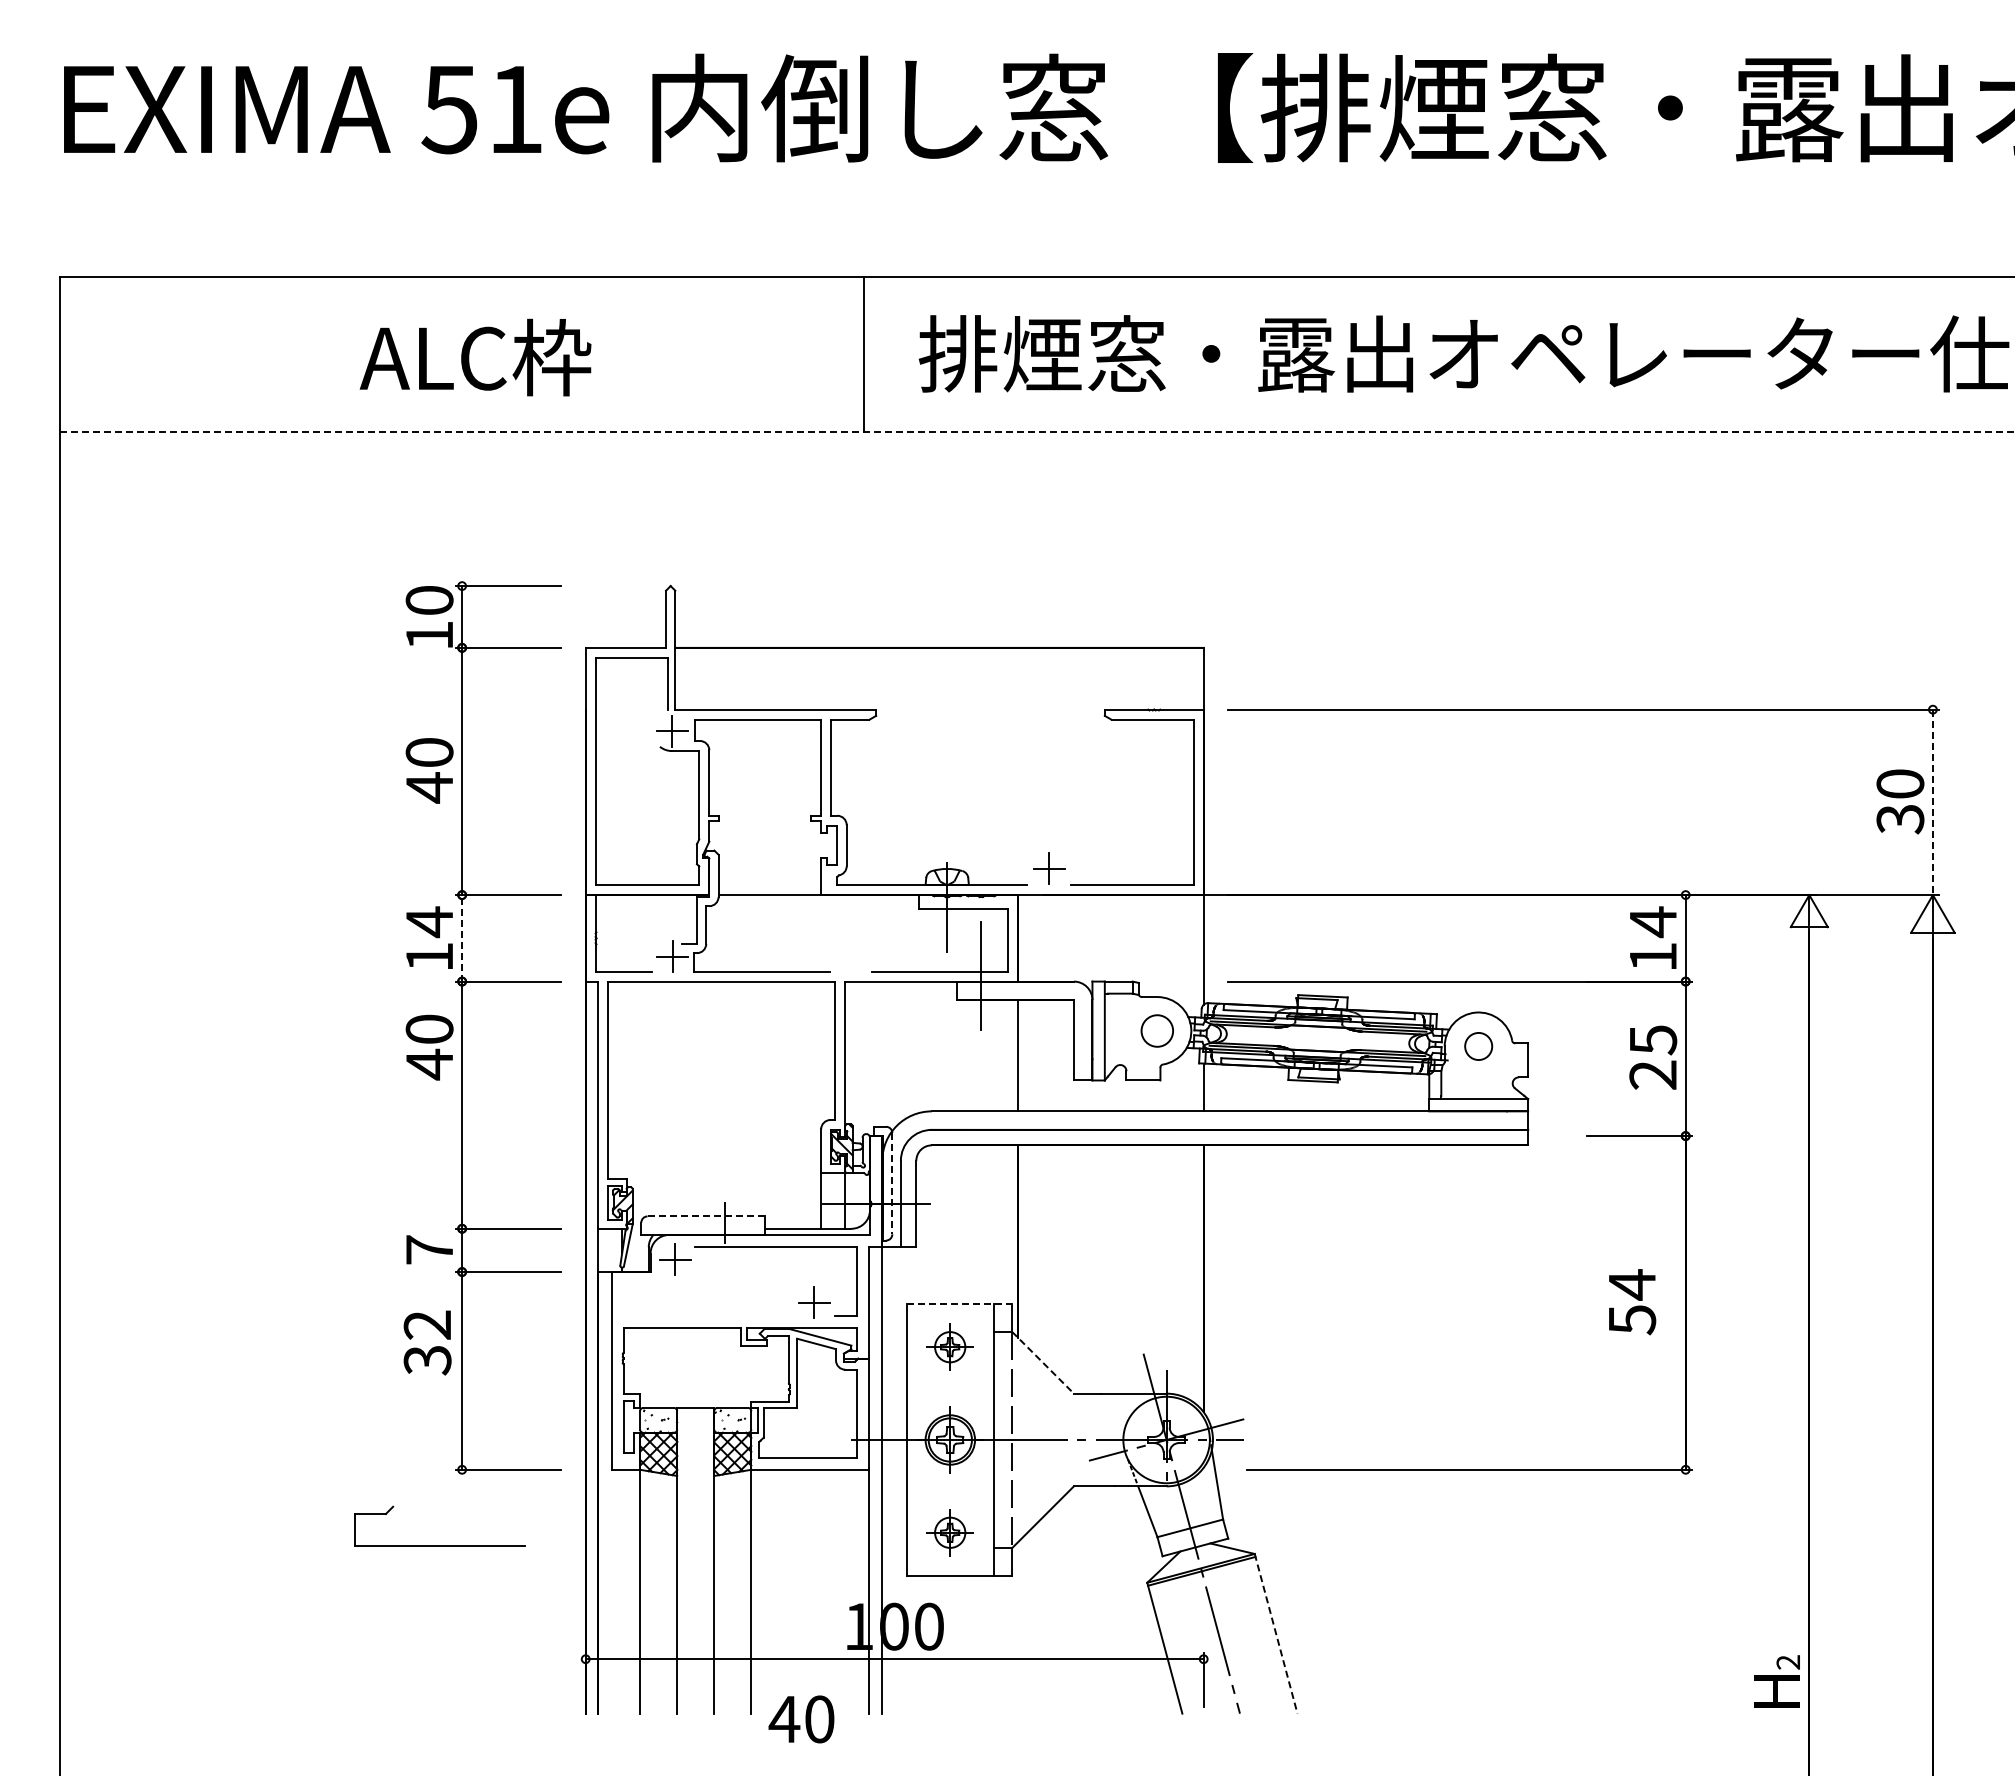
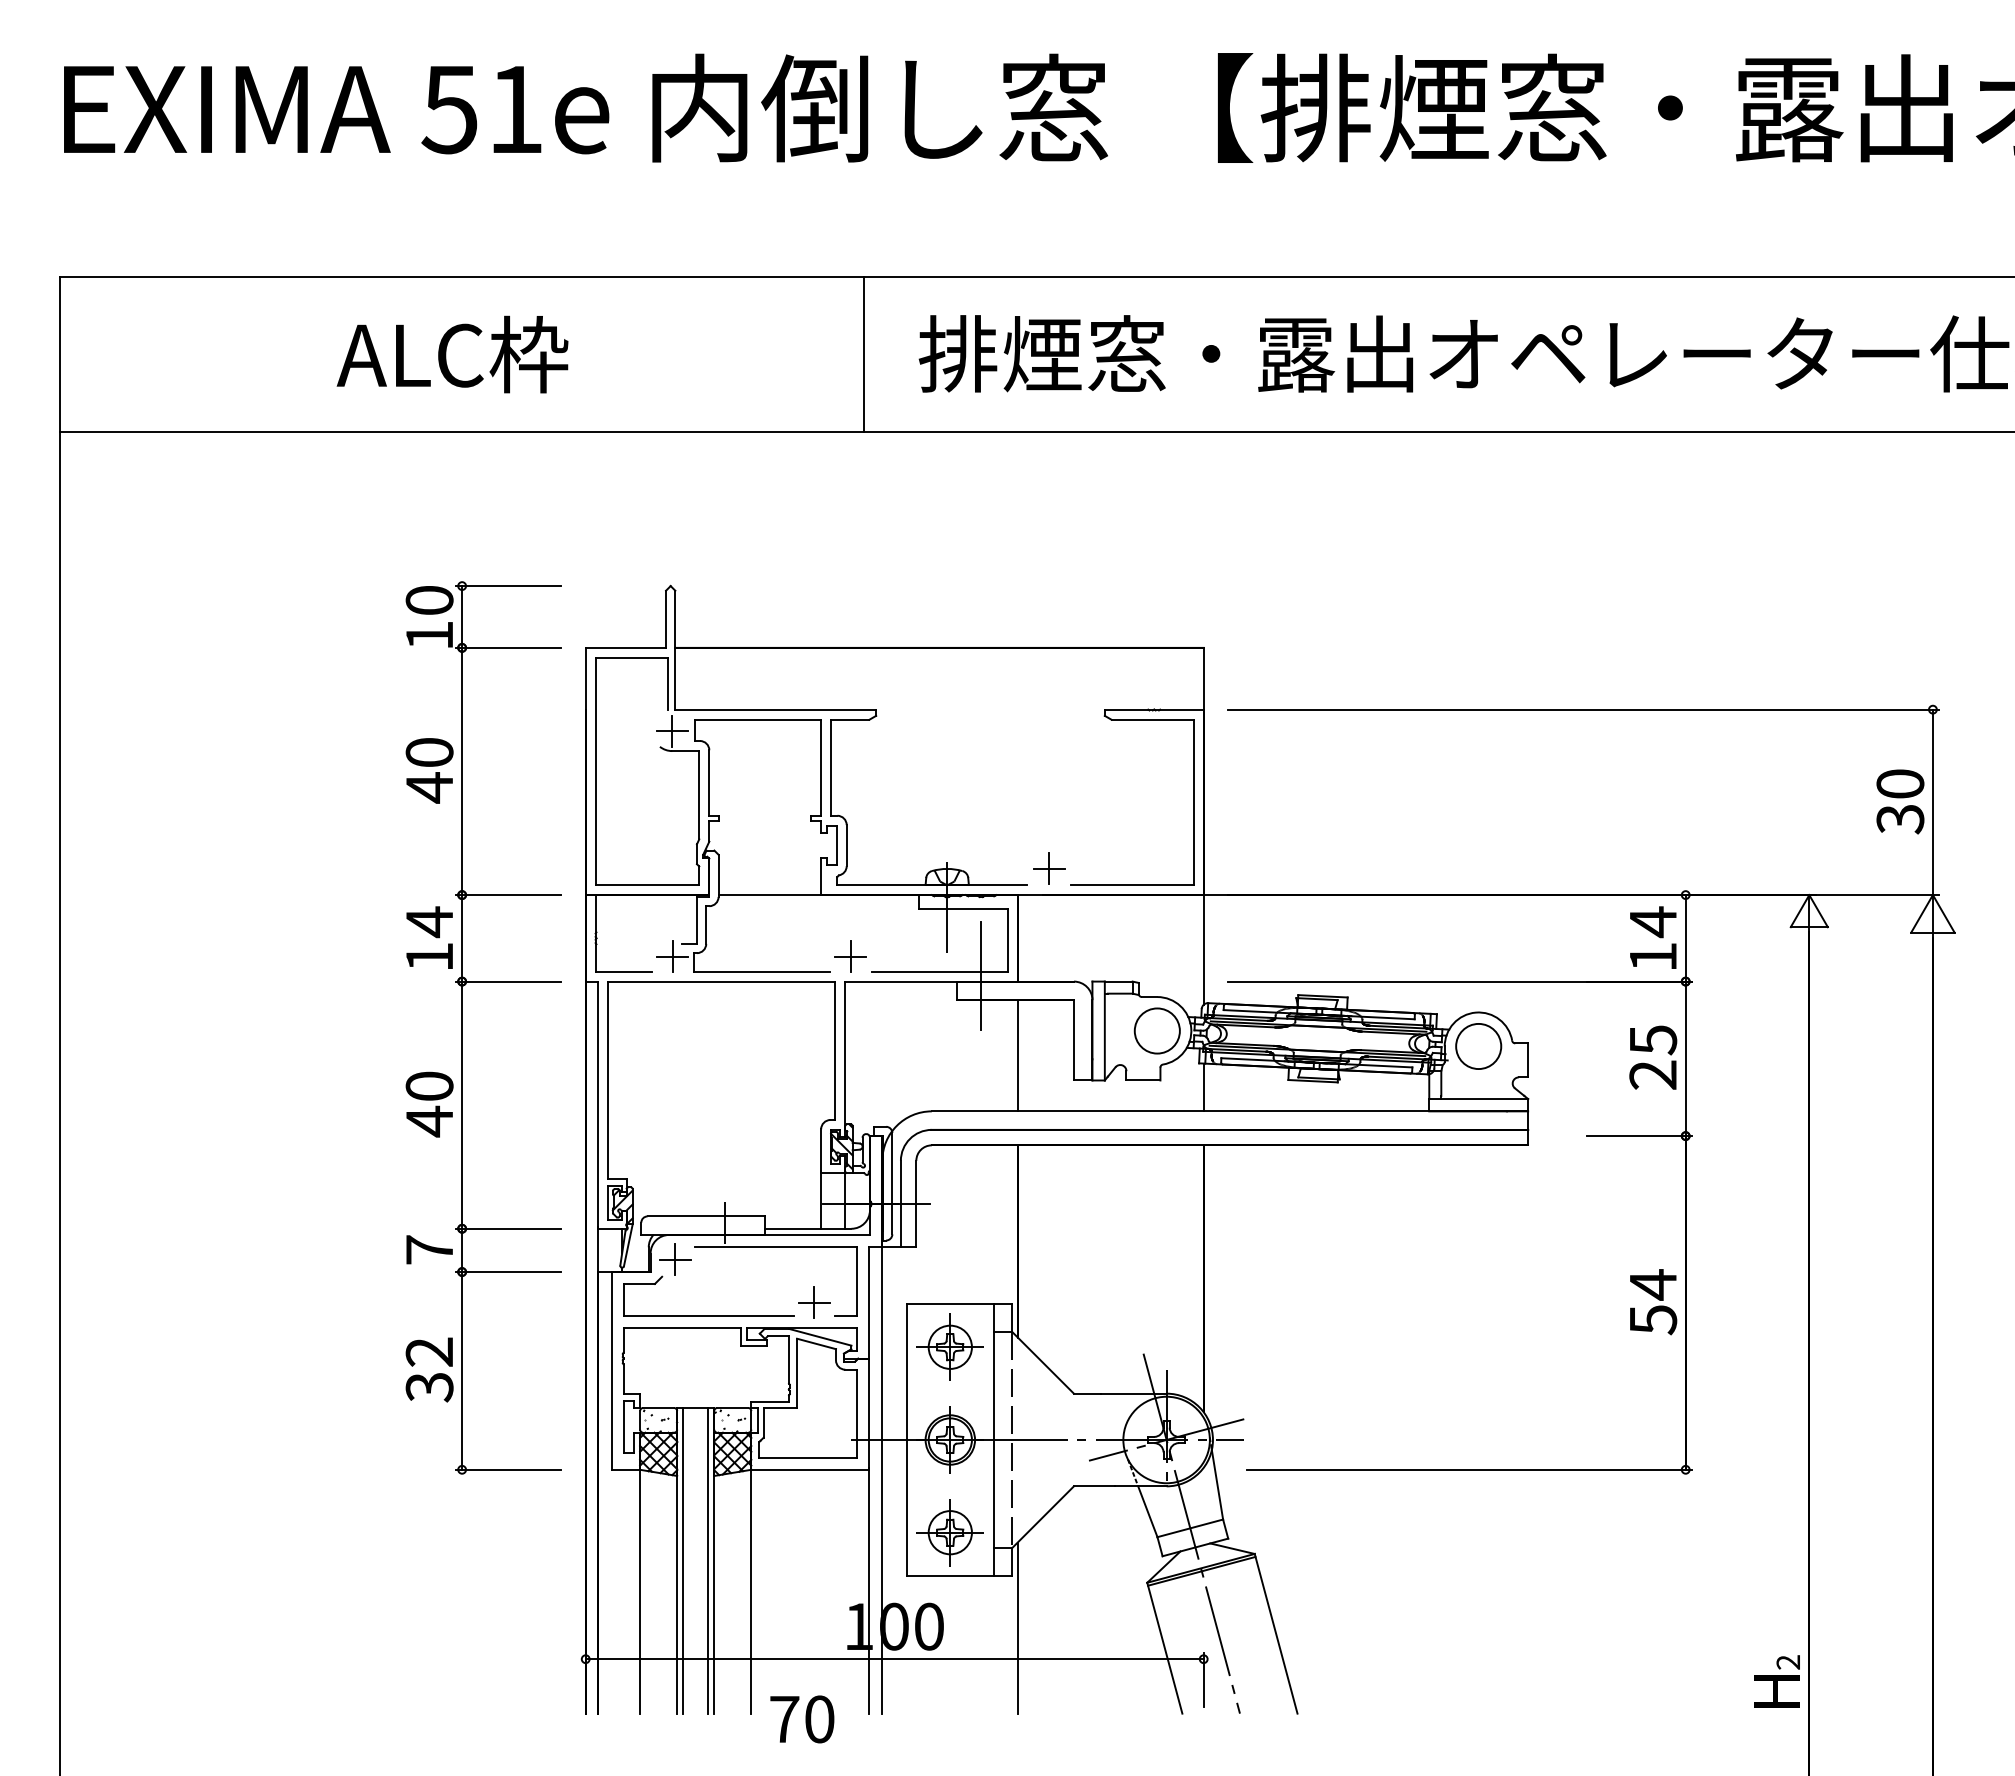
text at (475, 357) position: (475, 357) -> (452, 354)
line at (1037, 431): dashed -> solid
line at (1932, 802): dashed -> solid
line at (462, 937): dashed -> solid
part at (850, 956): none -> present
circle at (1157, 1030) diameter: 32 px -> 45 px
circle at (1478, 1046) diameter: 27 px -> 45 px
text at (429, 1047) position: (429, 1047) -> (429, 1104)
line at (892, 1183): dashed -> solid
line at (706, 1216): dashed -> solid
text at (1632, 1302) position: (1632, 1302) -> (1653, 1302)
line at (959, 1304): dashed -> solid
text at (427, 1342) position: (427, 1342) -> (429, 1369)
part at (949, 1346) size: 48x48 px -> 68x68 px
line at (1043, 1362): dashed -> solid
part at (949, 1532) size: 48x48 px -> 68x68 px
part at (439, 1545) position: (439, 1545) -> (708, 1315)
line at (683, 1560): none -> present
line at (708, 1560): none -> present
line at (1017, 1627): none -> present
line at (1276, 1633): dashed -> solid
text at (784, 1719): 40 -> 70
